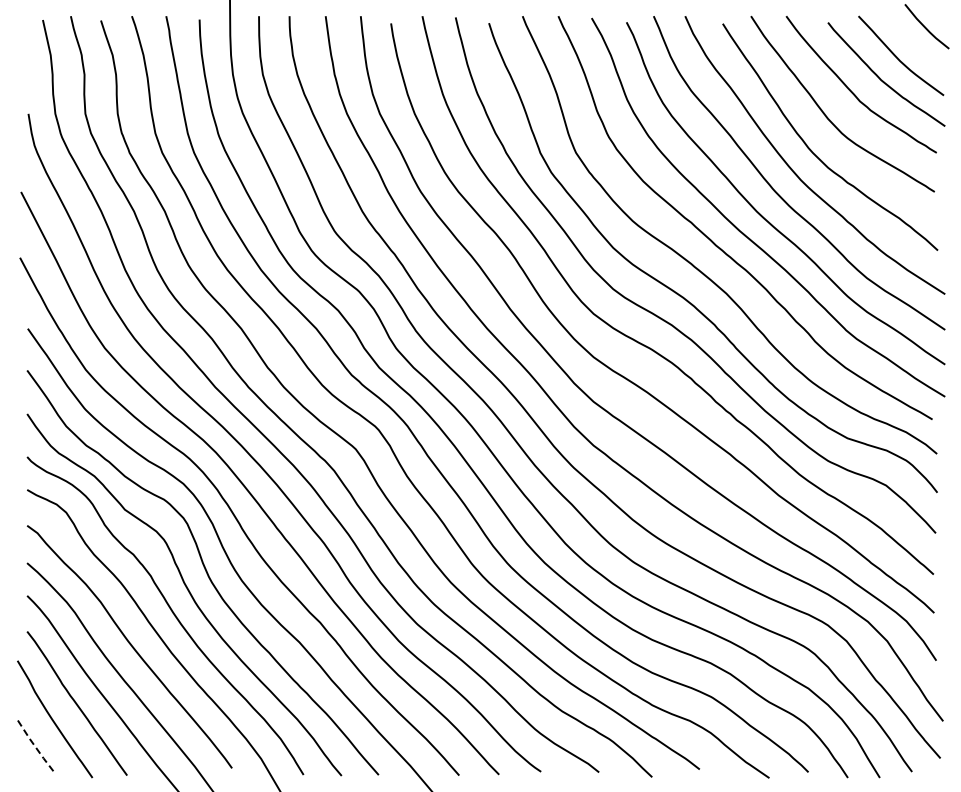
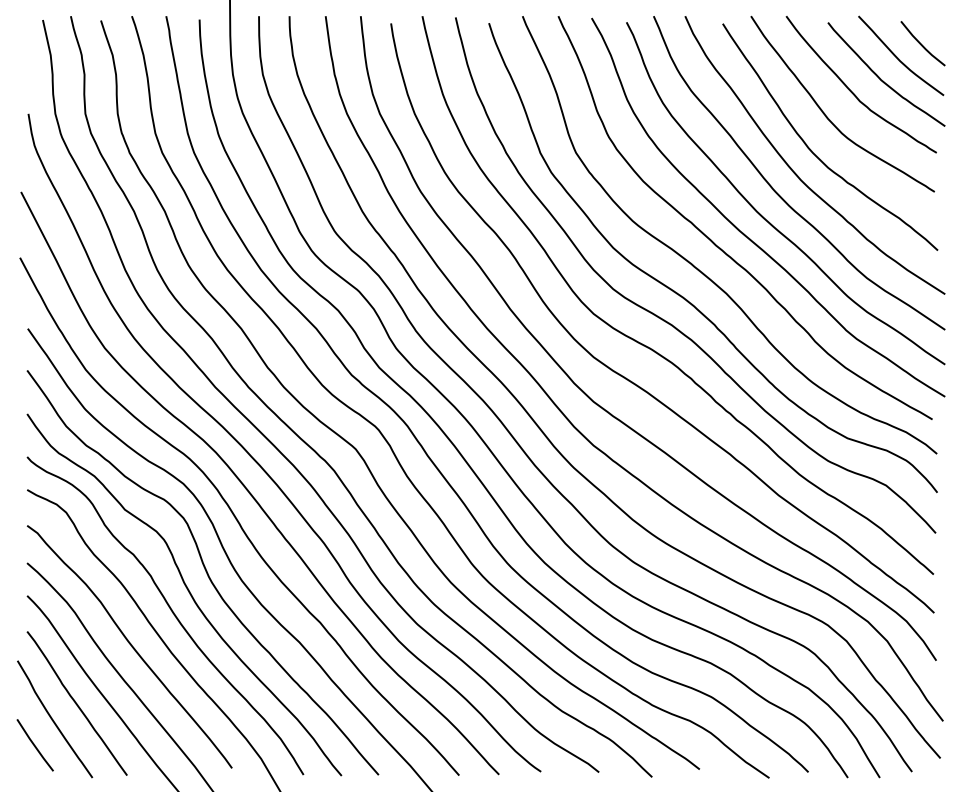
line at (925, 26) position: (925, 26) -> (921, 43)
line at (34, 745): dashed -> solid
